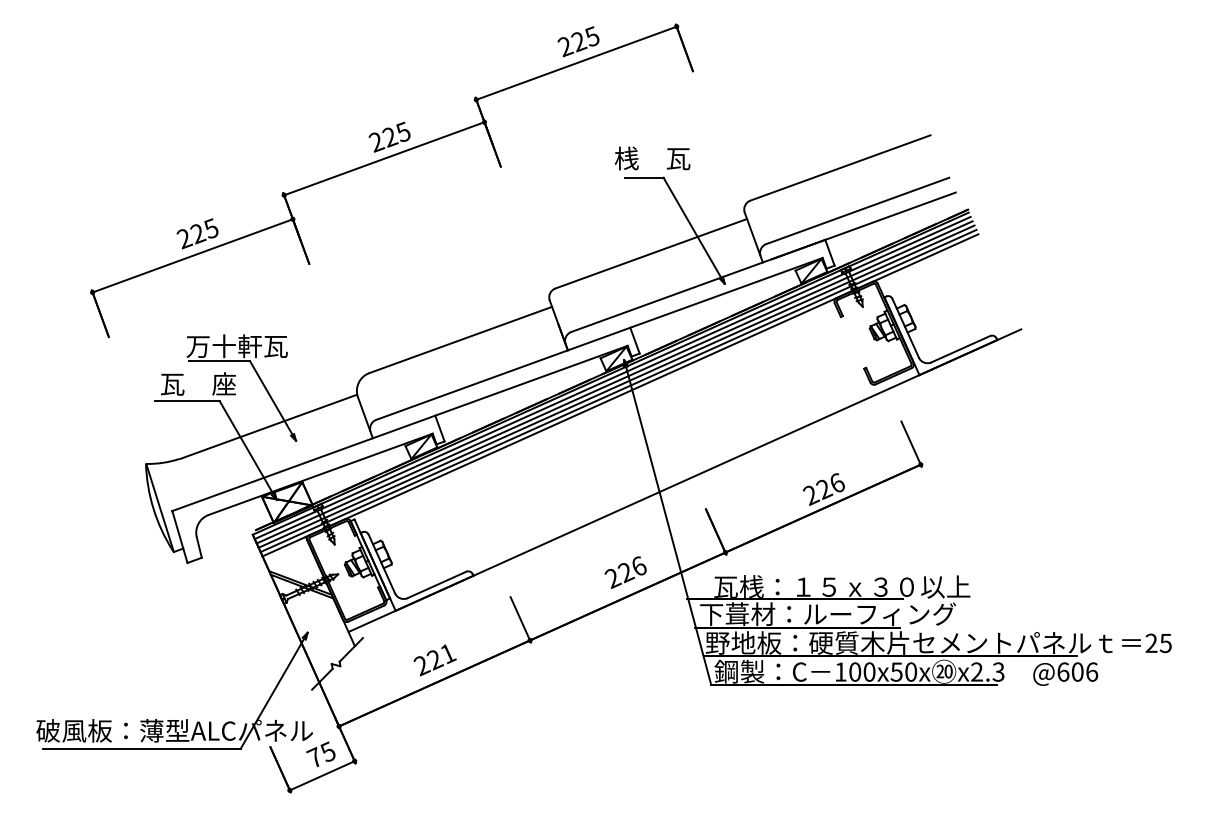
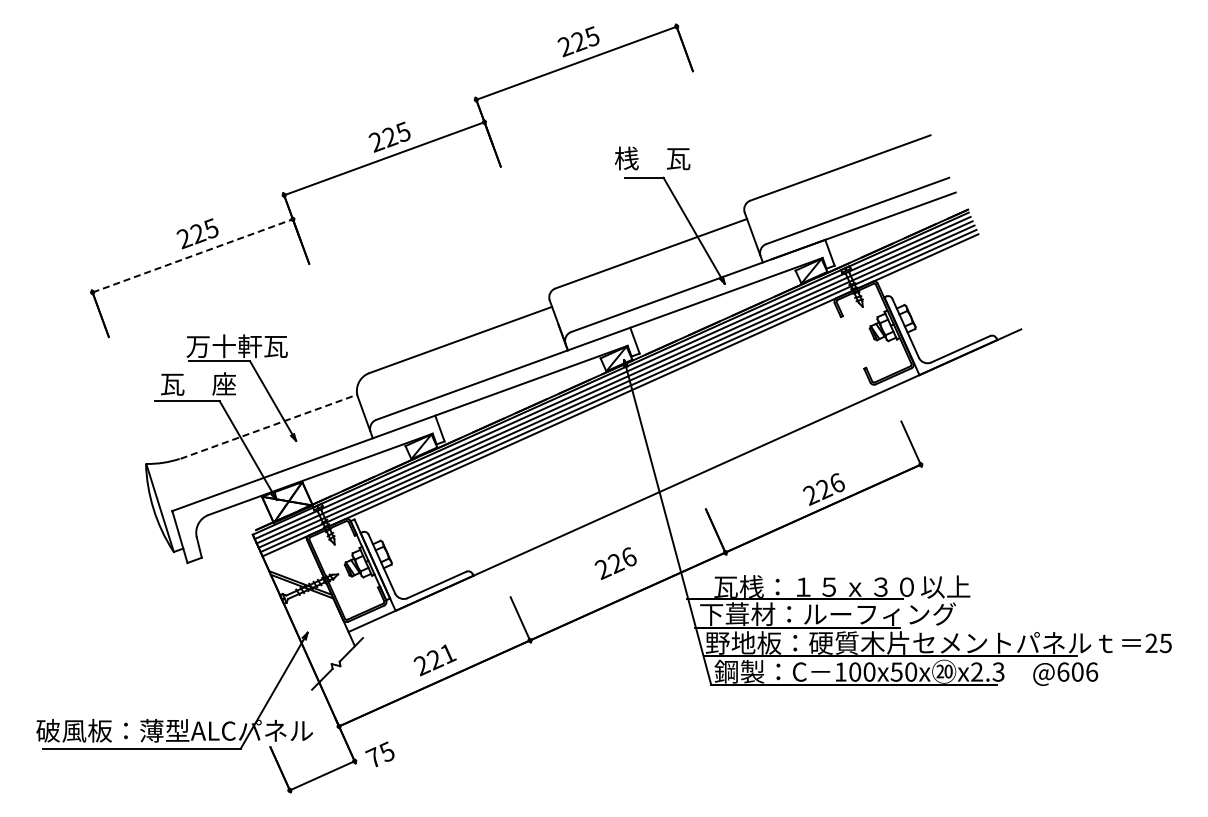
line at (192, 255): solid -> dashed
line at (268, 426): solid -> dashed
text at (625, 572) position: (625, 572) -> (615, 563)
text at (320, 754) position: (320, 754) -> (379, 754)
